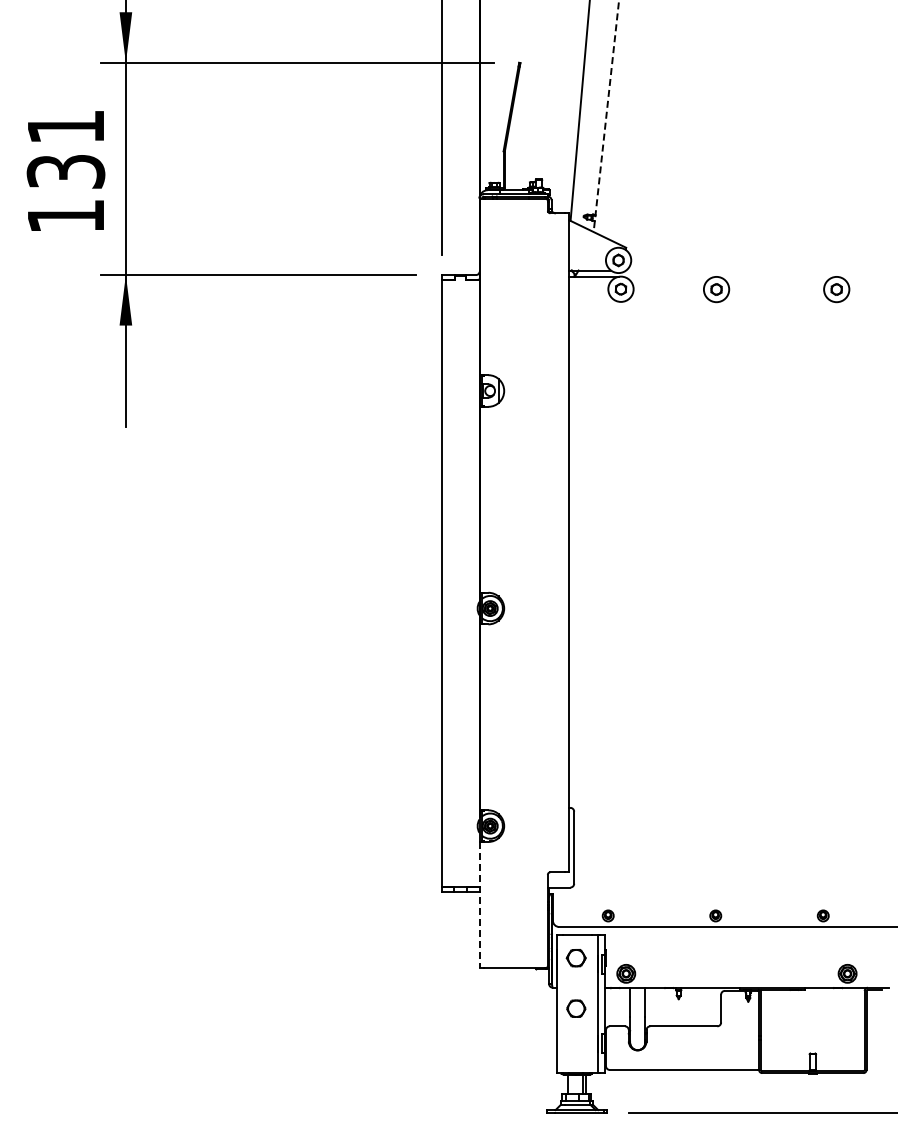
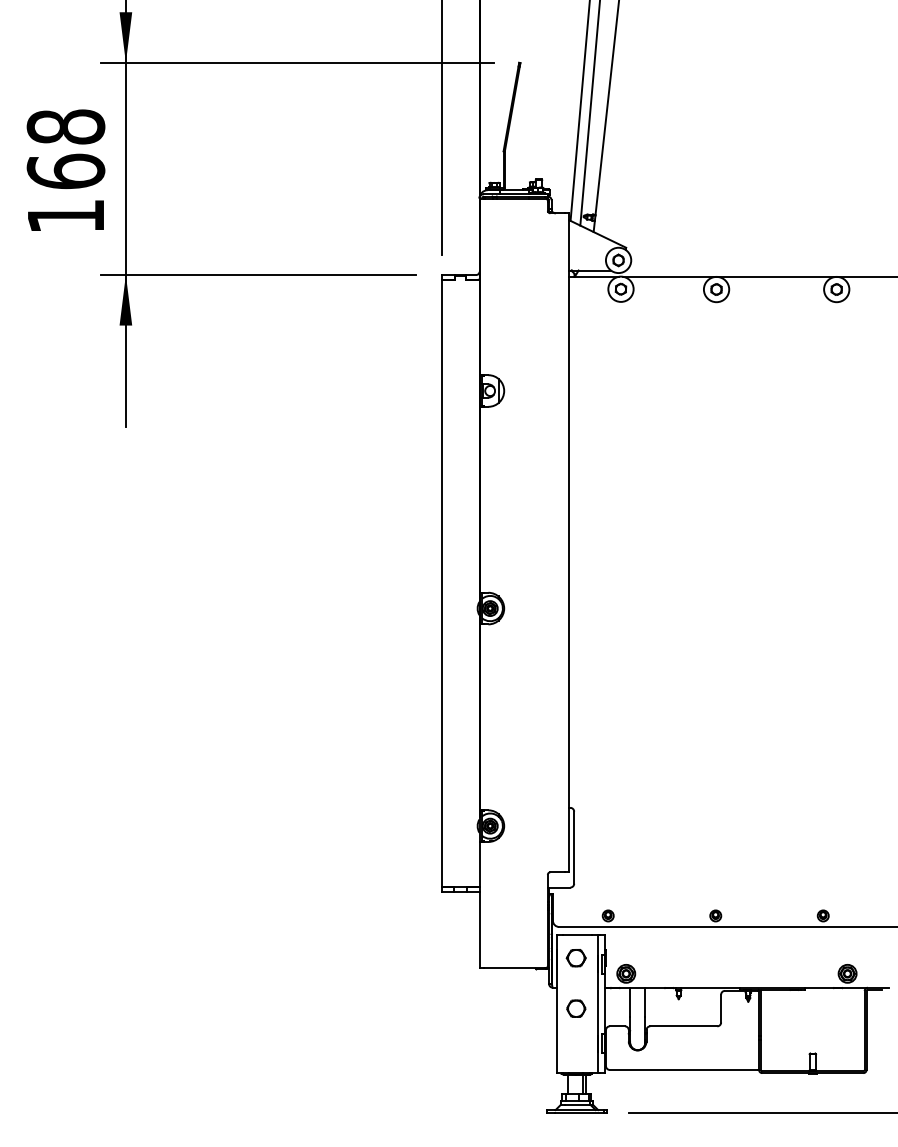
line at (589, 113): none -> present
line at (606, 116): dashed -> solid
text at (65, 149): 131 -> 168
line at (758, 276): none -> present
line at (479, 905): dashed -> solid
